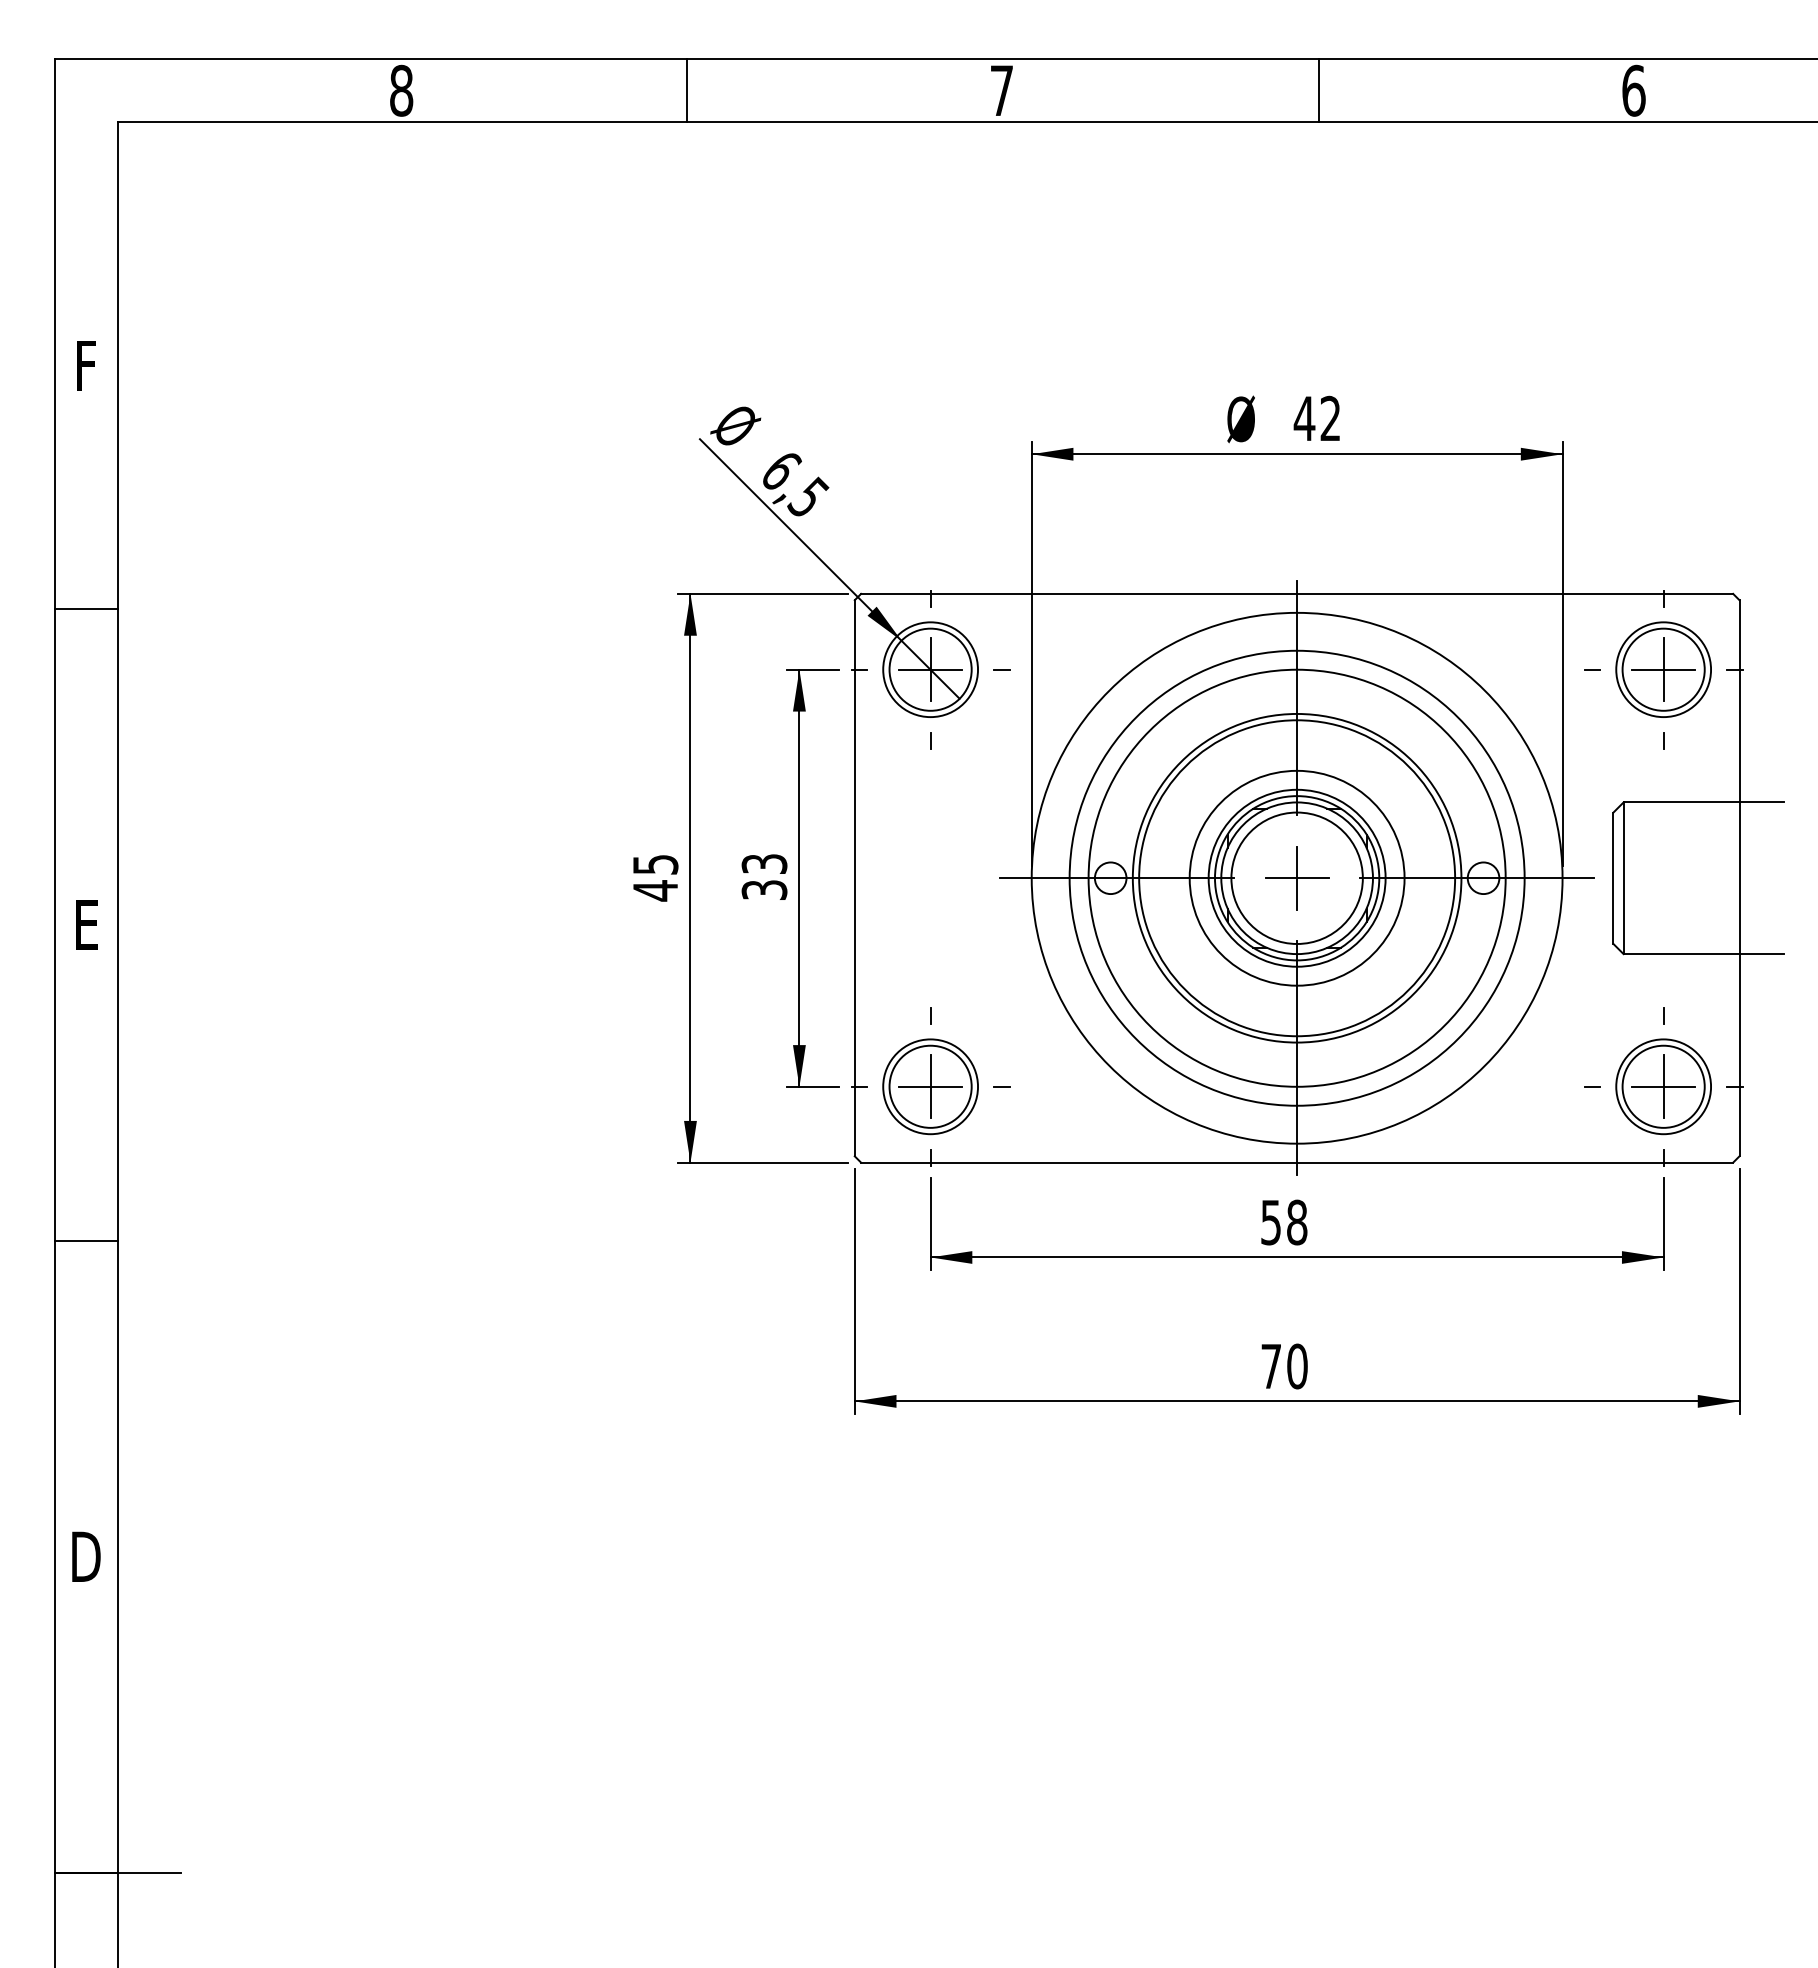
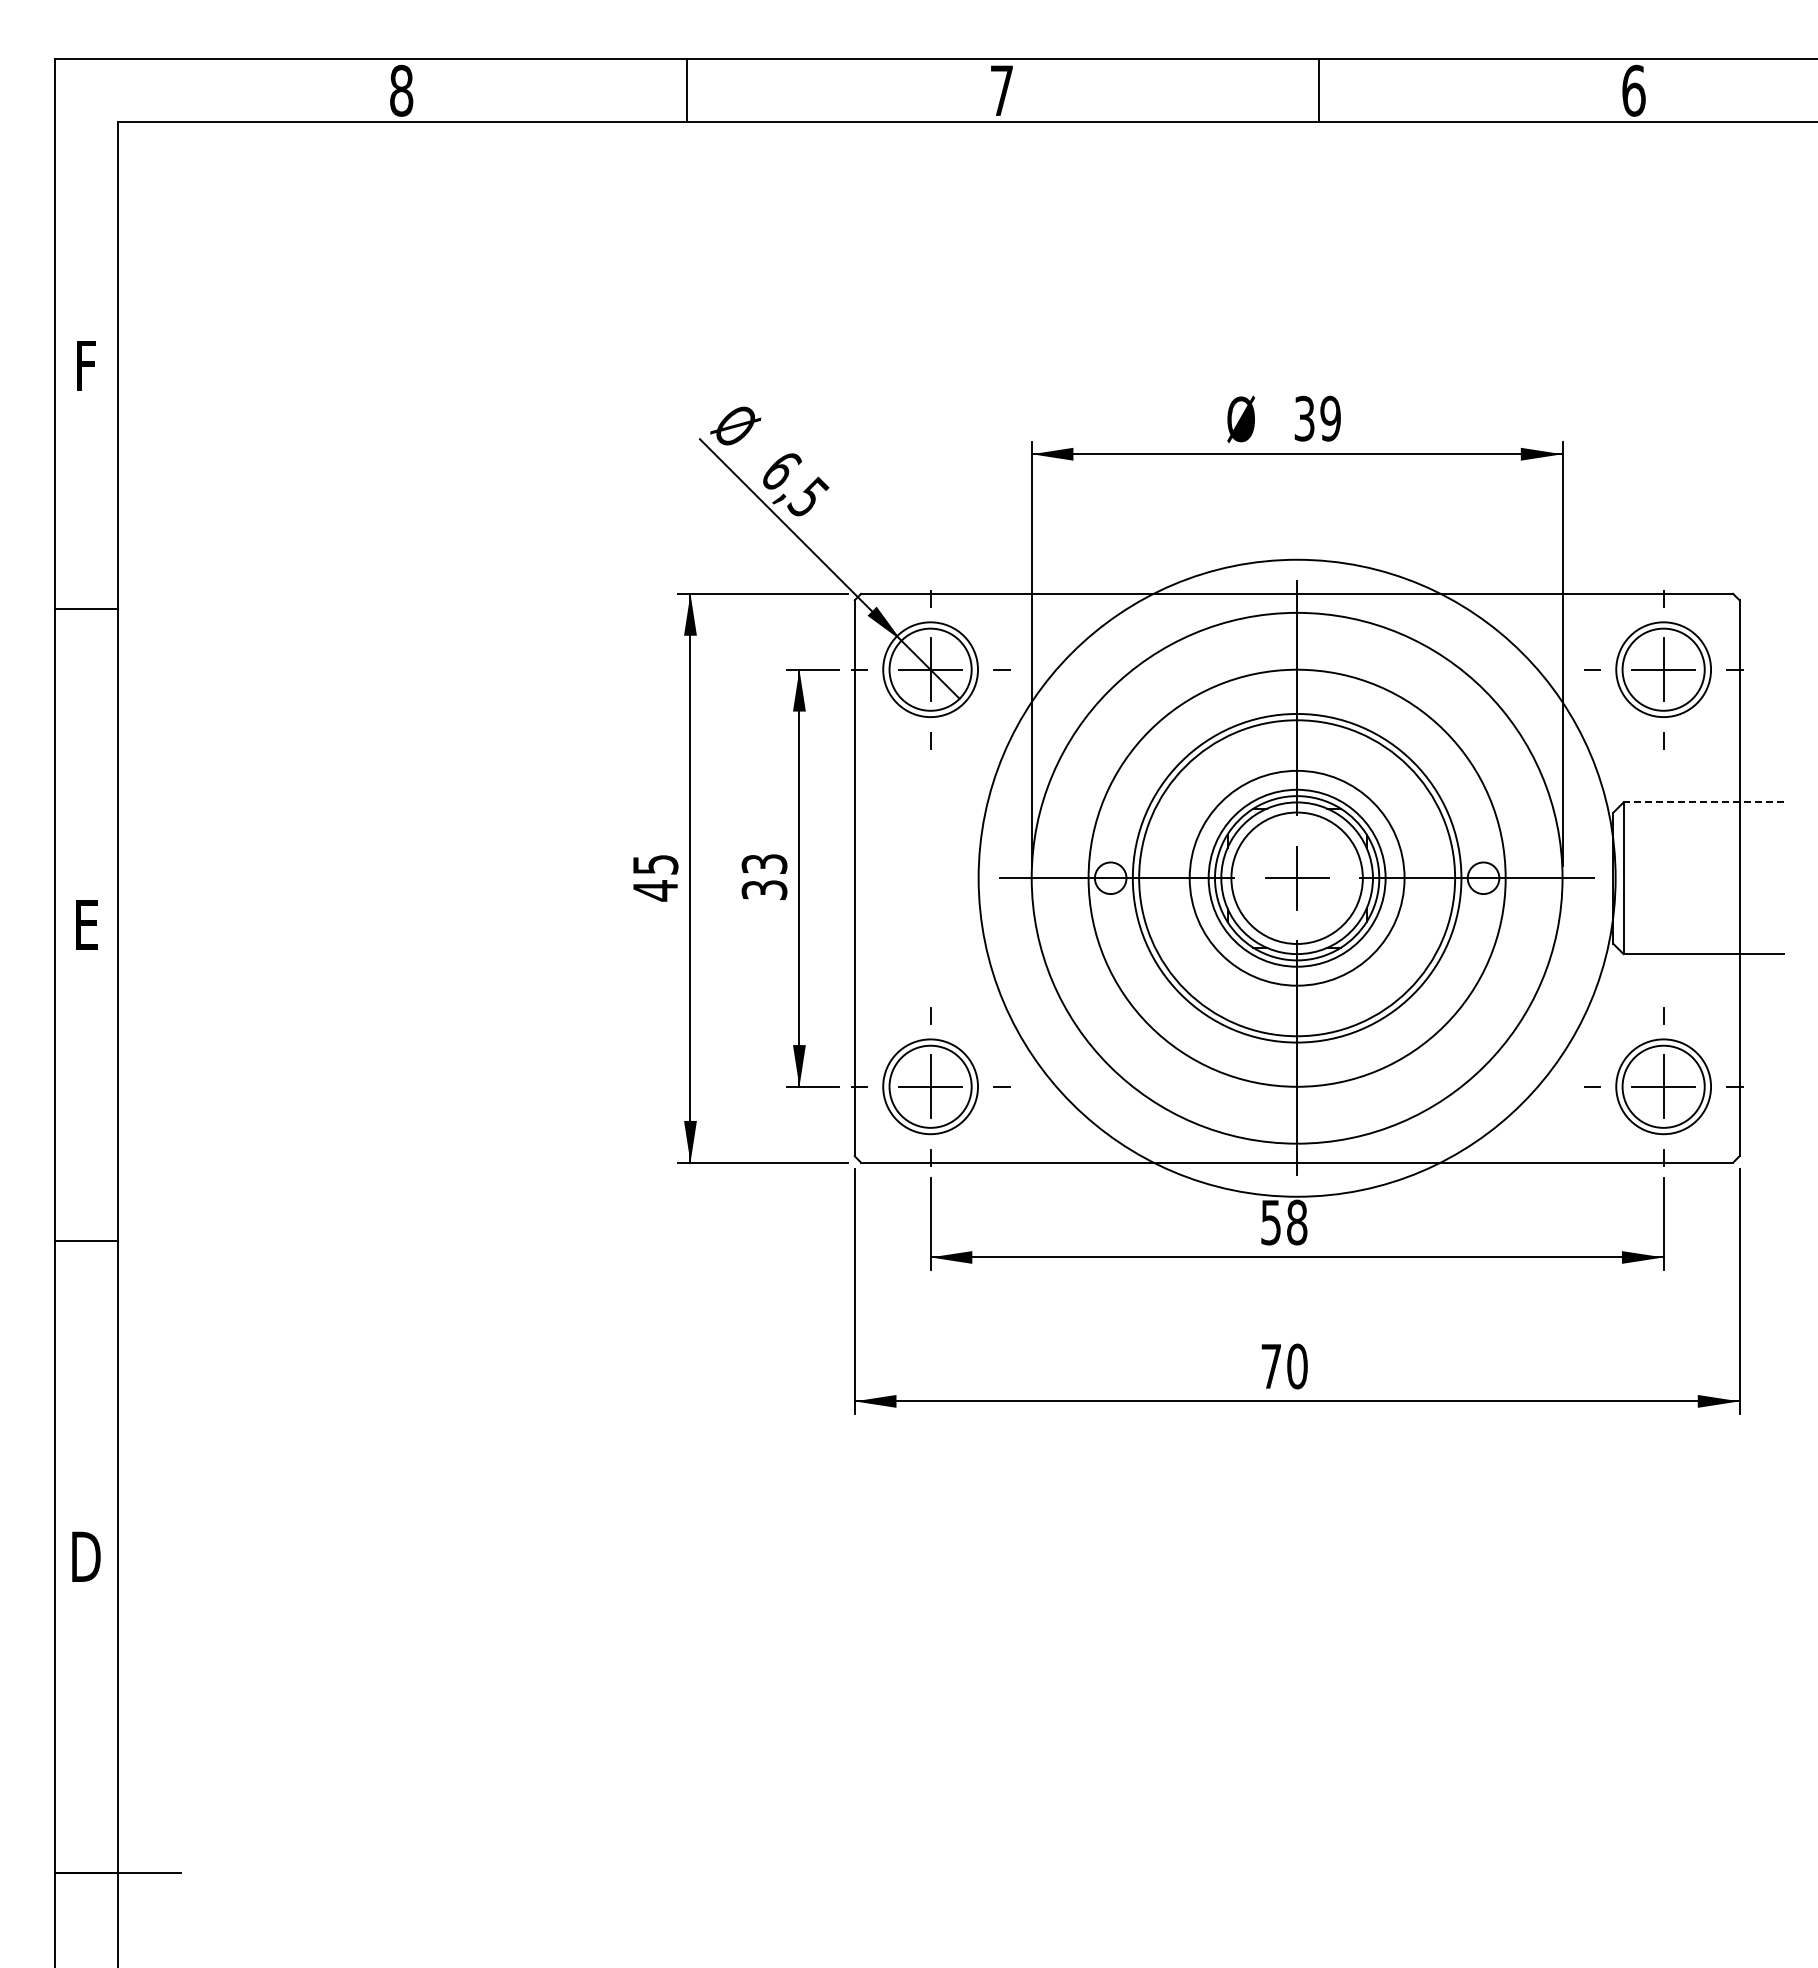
text at (1316, 418): 42 -> 39
line at (1703, 802): solid -> dashed
circle at (1296, 877) diameter: 455 px -> 637 px
